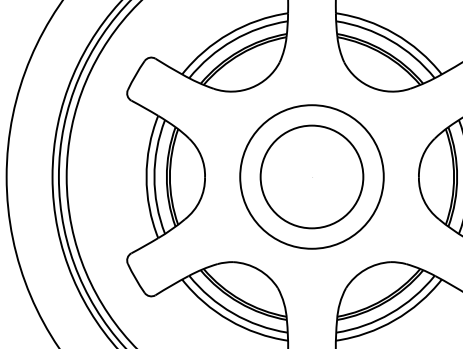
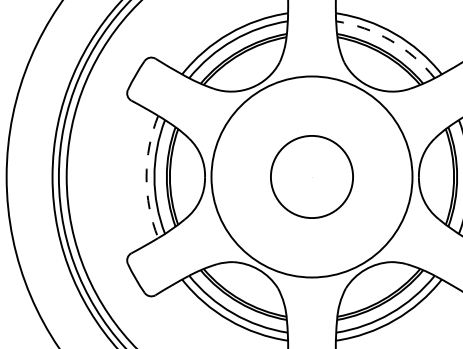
arc at (390, 40): solid -> dashed
arc at (146, 176): solid -> dashed
circle at (311, 176) diameter: 103 px -> 82 px
circle at (311, 176) diameter: 144 px -> 201 px
